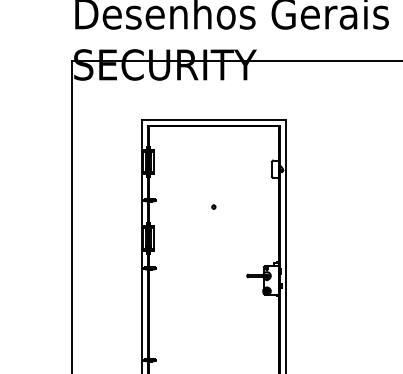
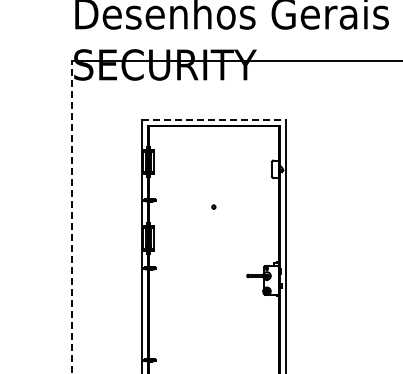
line at (213, 119): solid -> dashed
line at (71, 217): solid -> dashed
